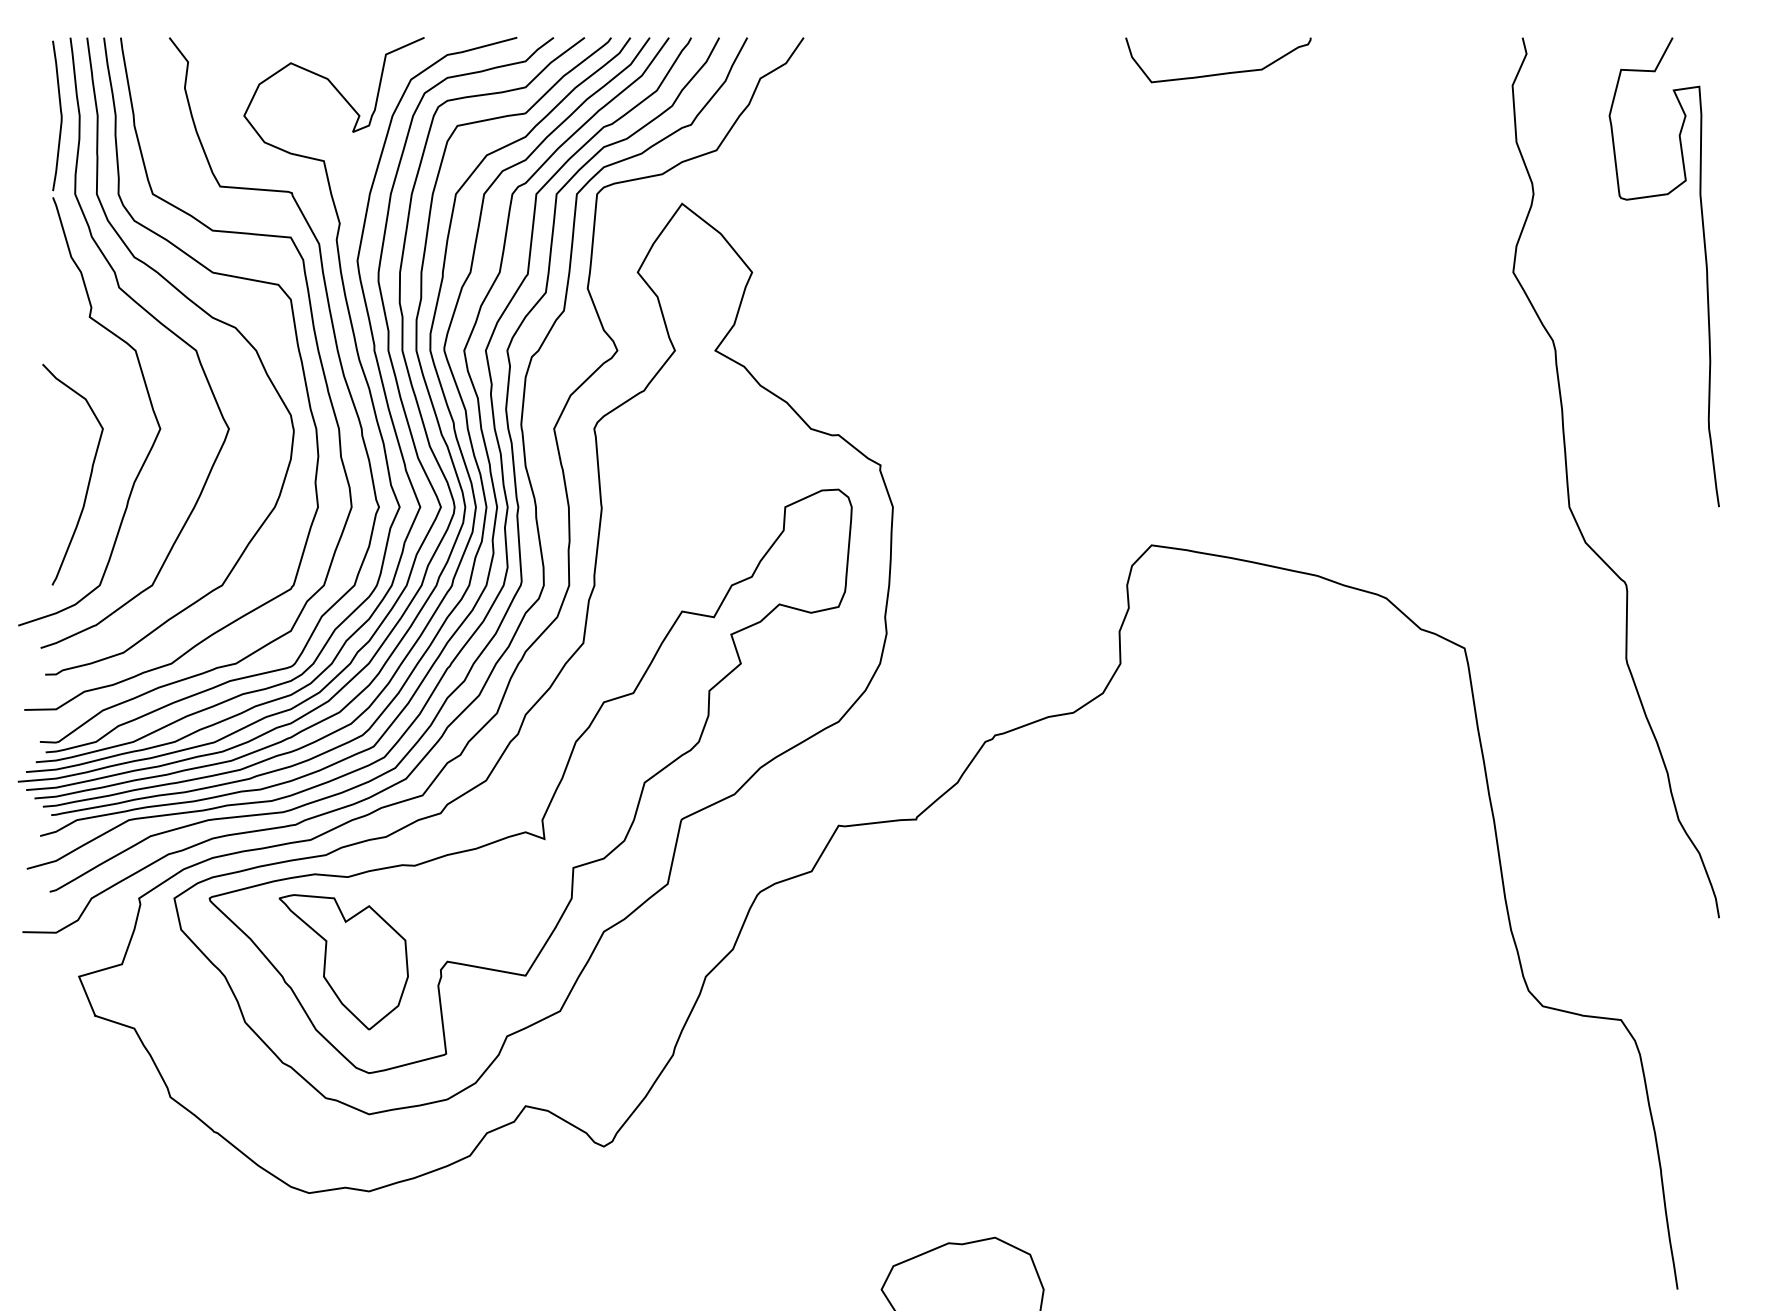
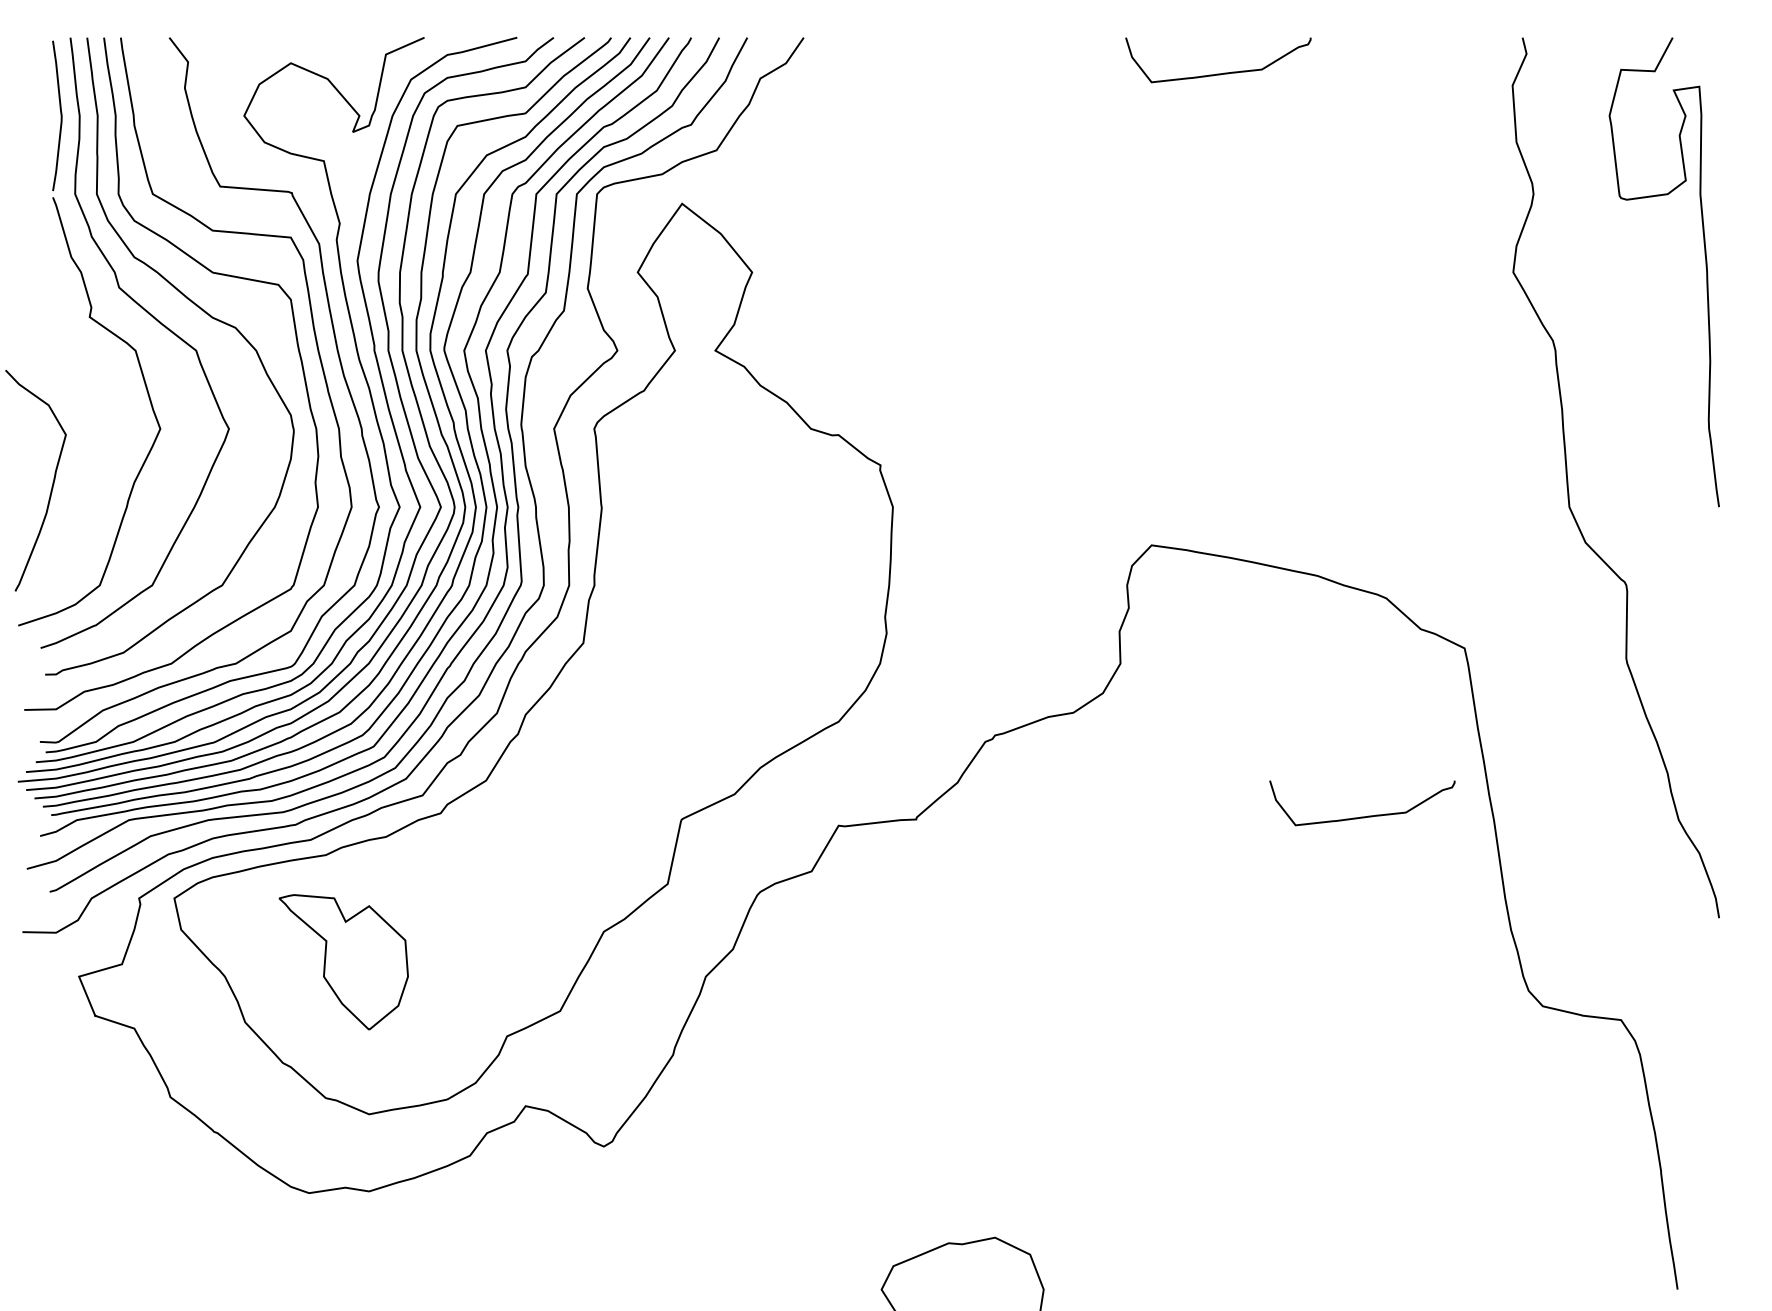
curve at (88, 480) position: (88, 480) -> (51, 486)
part at (554, 791): present -> none
curve at (1362, 816): none -> present
